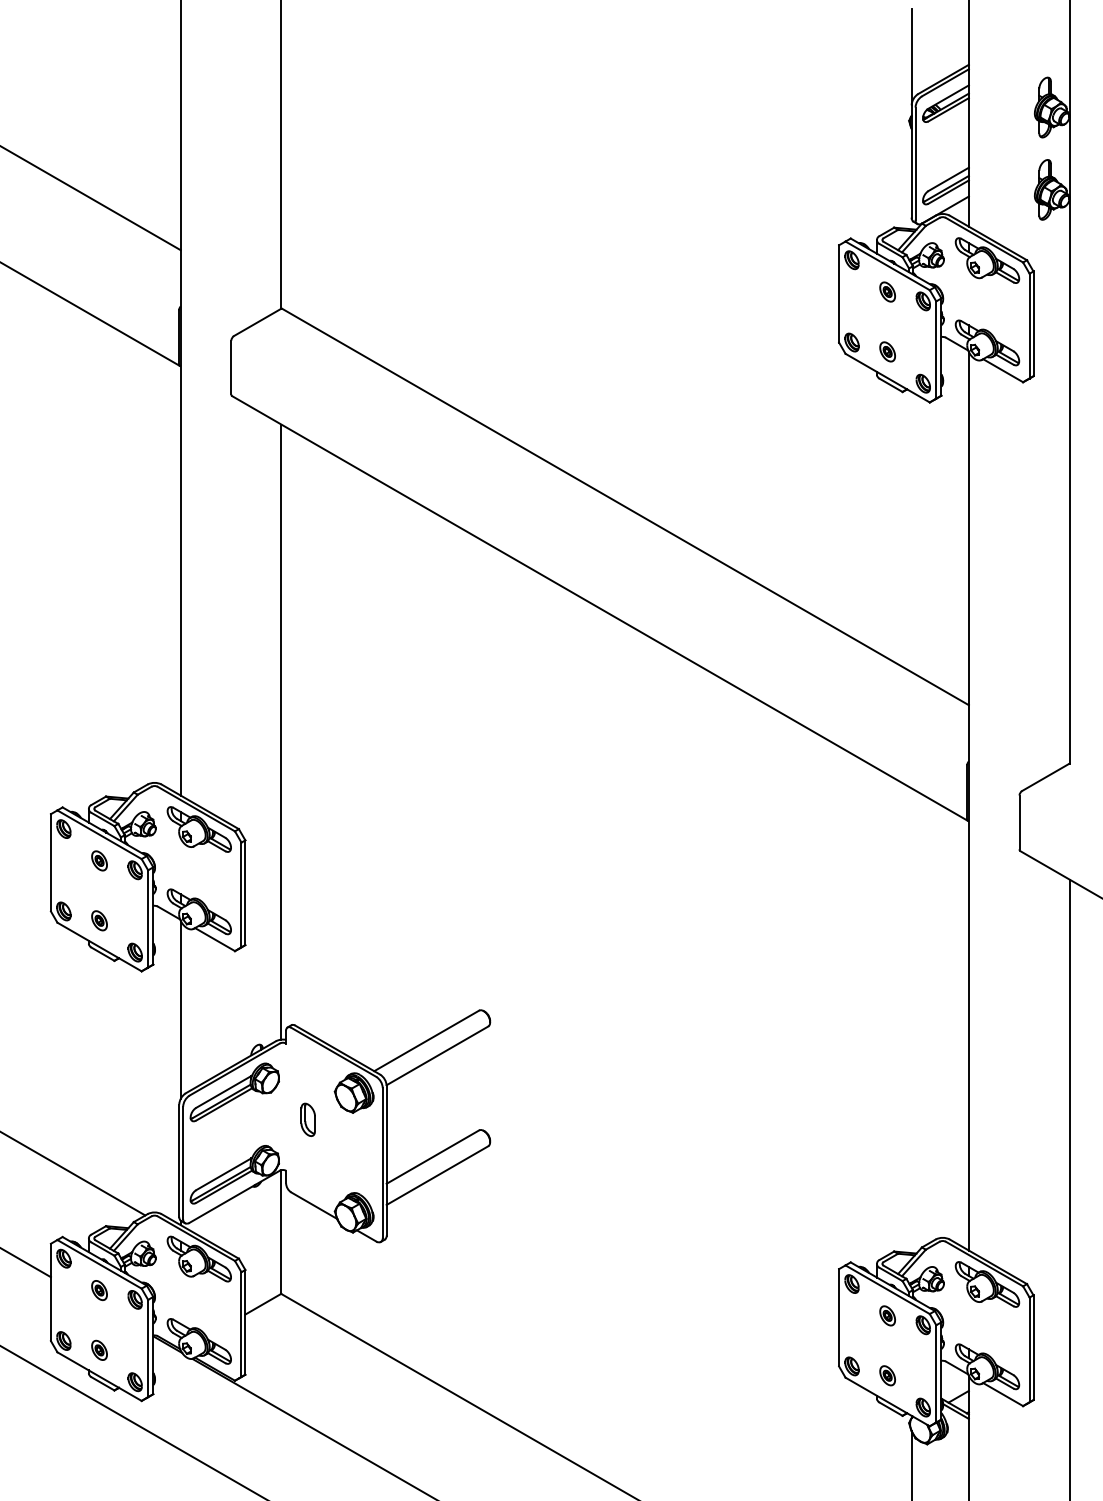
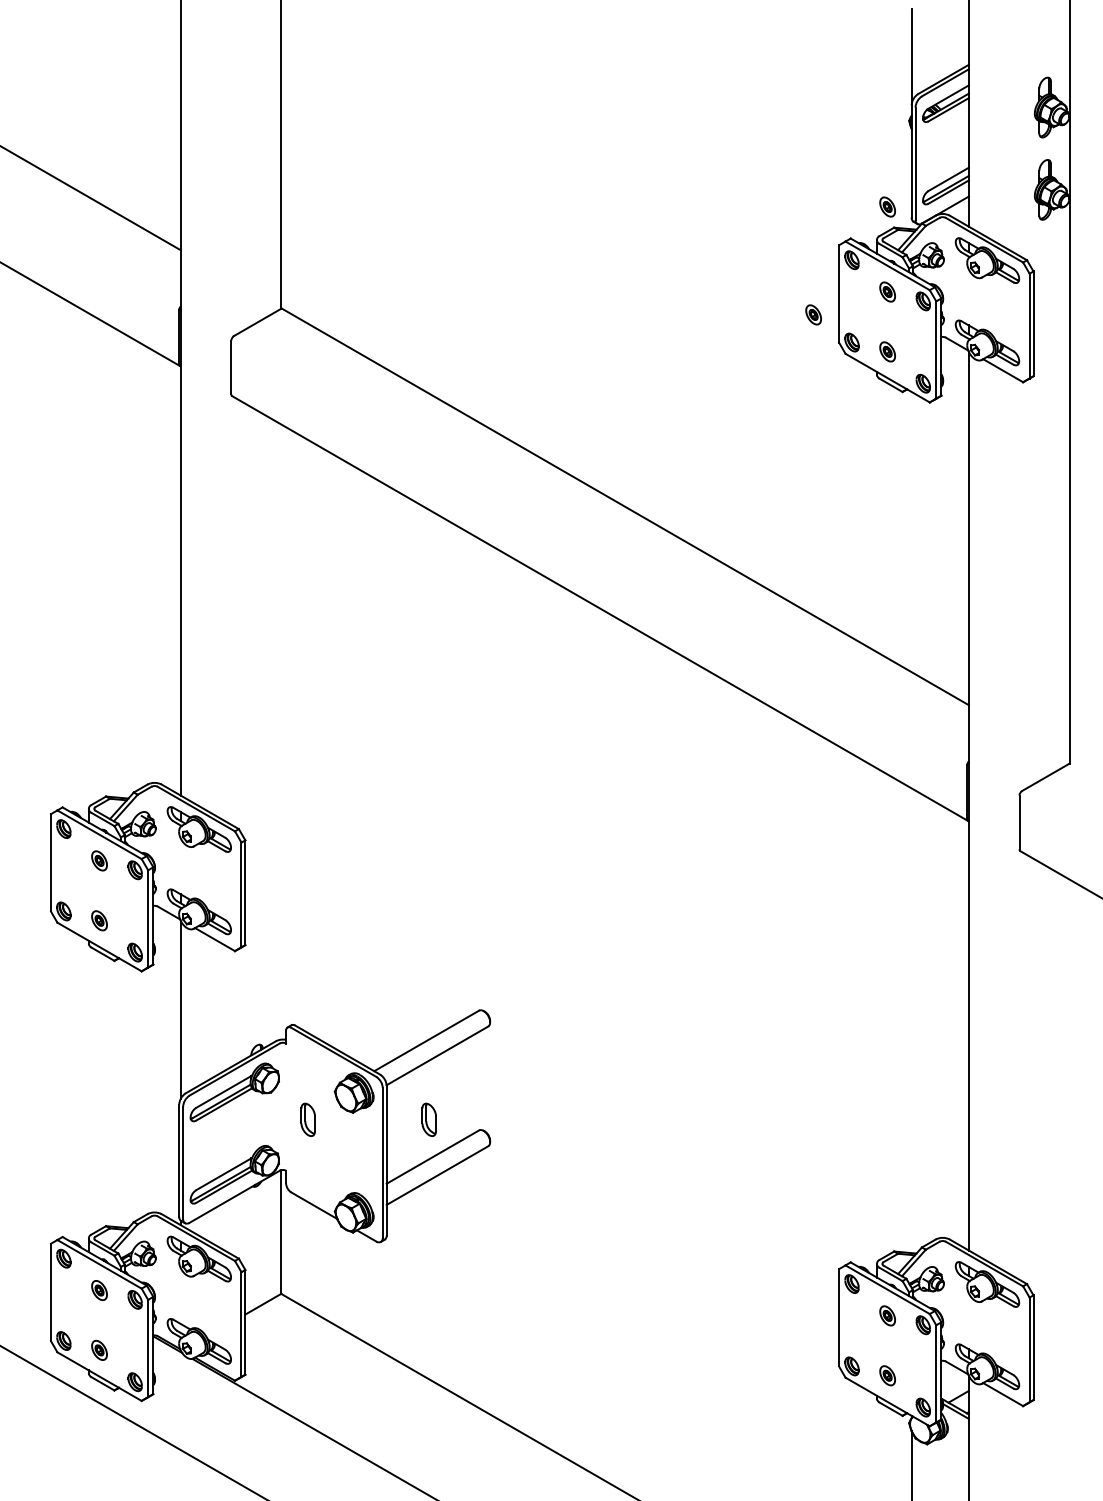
part at (887, 206): none -> present
part at (813, 314): none -> present
line at (281, 731): present -> none
part at (428, 1119): none -> present
line at (73, 1173): present -> none
line at (1069, 1188): present -> none
line at (26, 1263): present -> none
